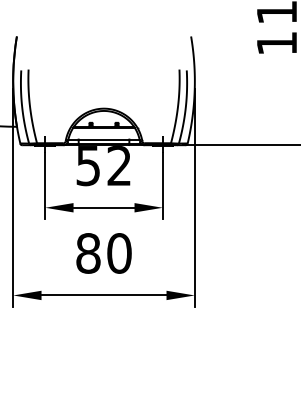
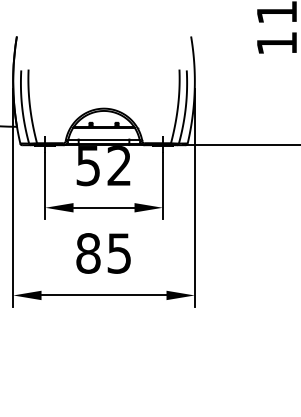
text at (119, 253): 80 -> 85
